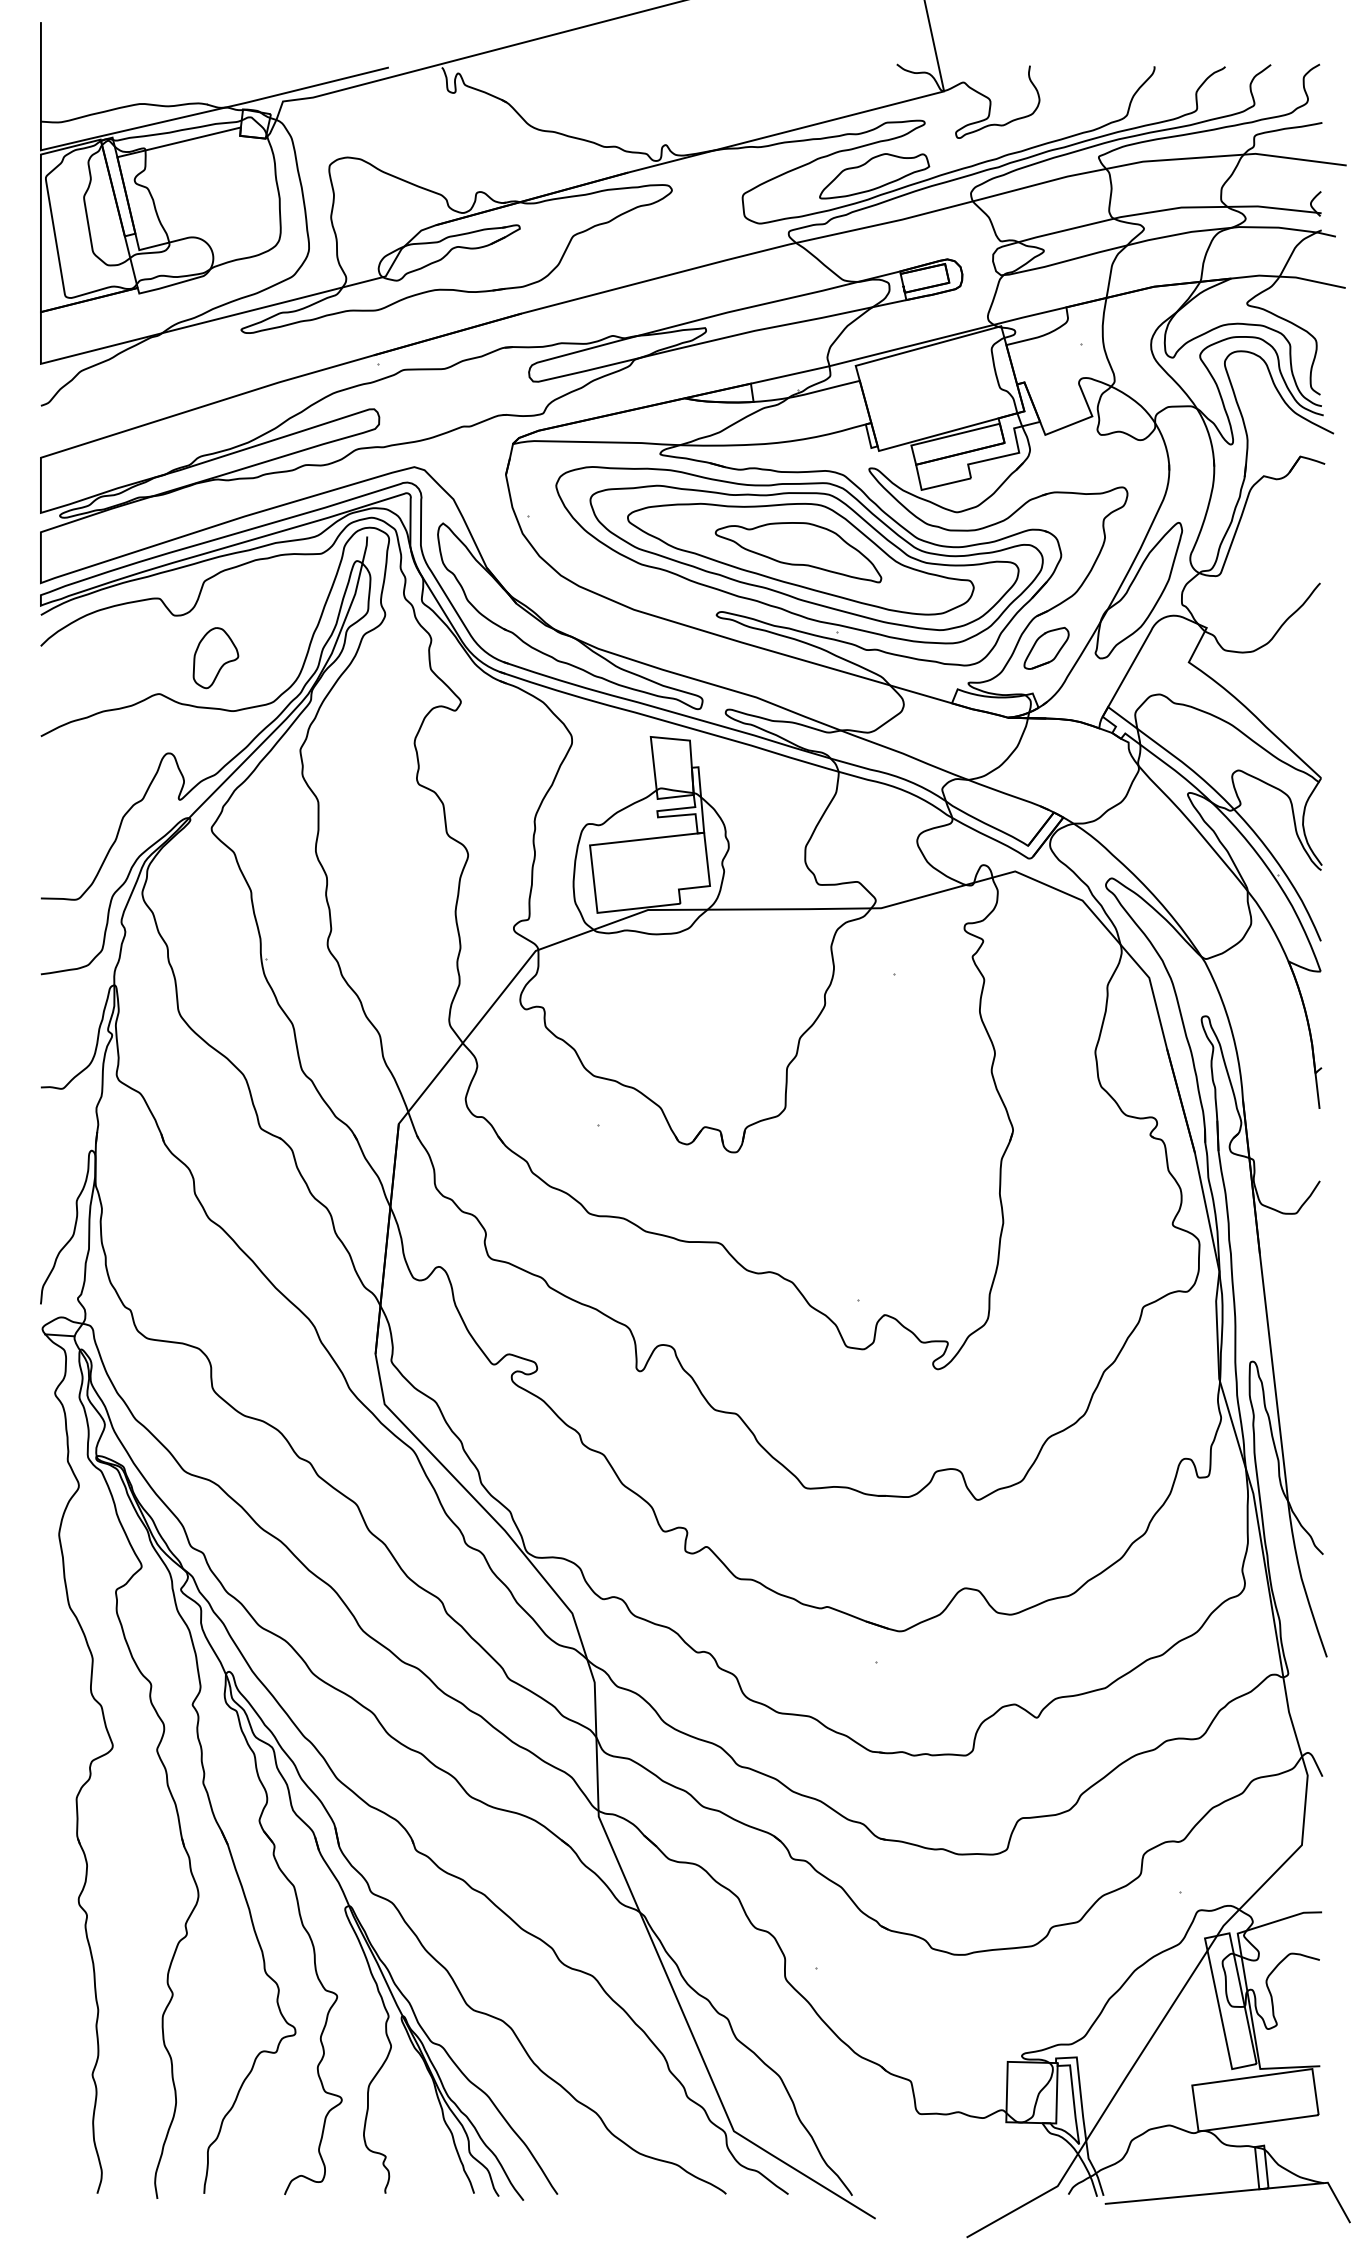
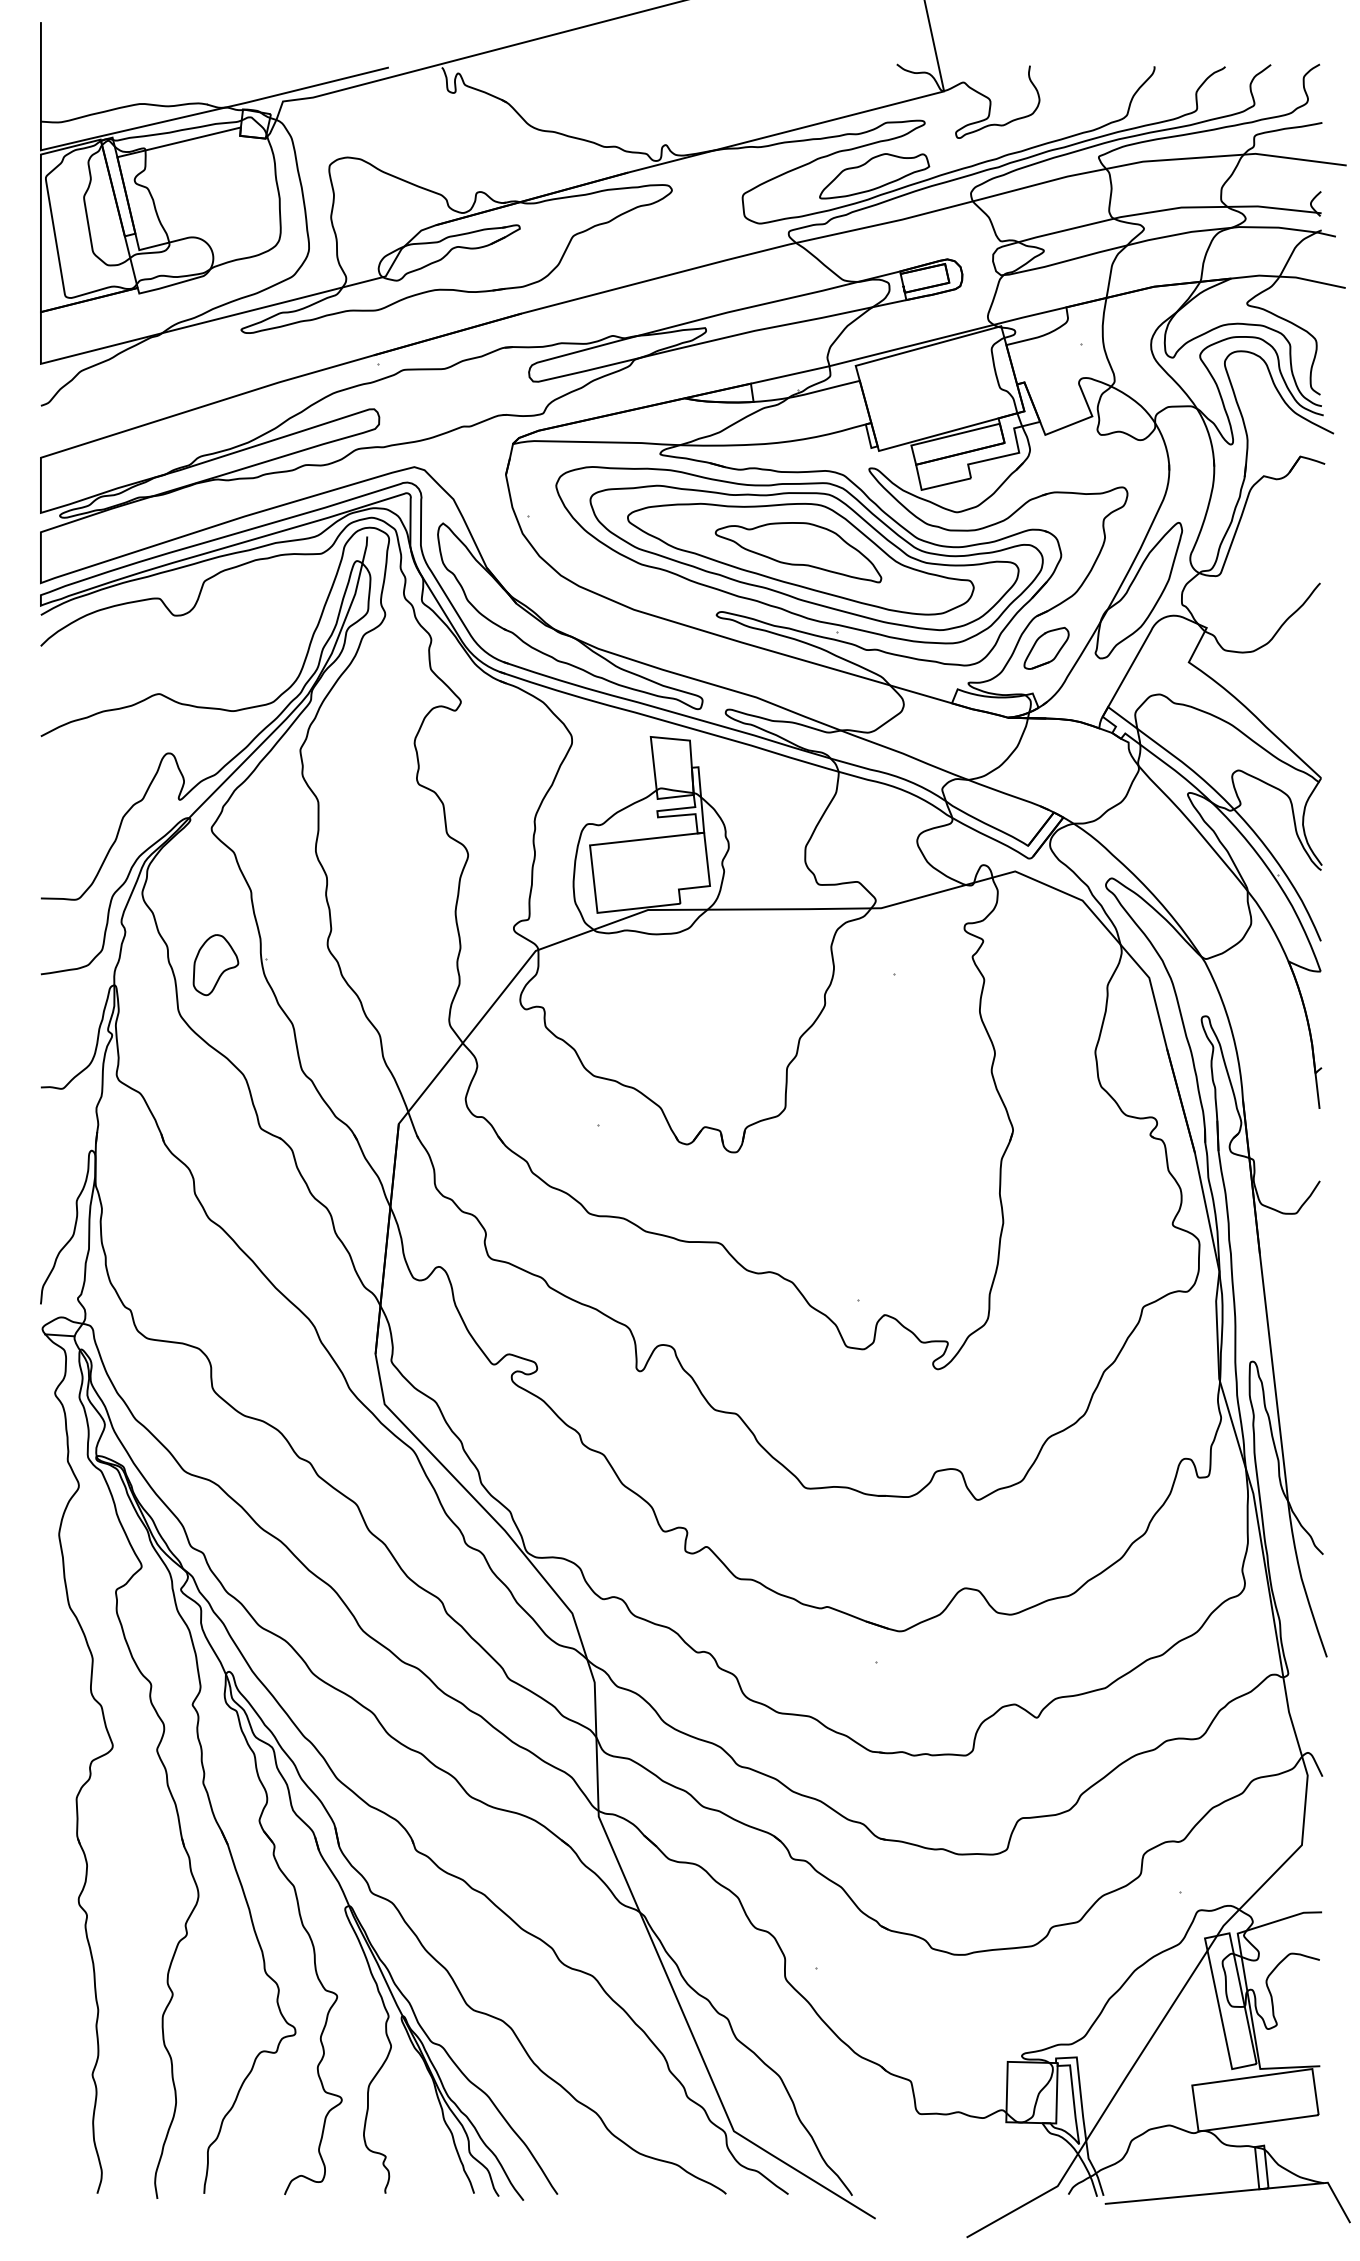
part at (215, 658) position: (215, 658) -> (215, 965)
